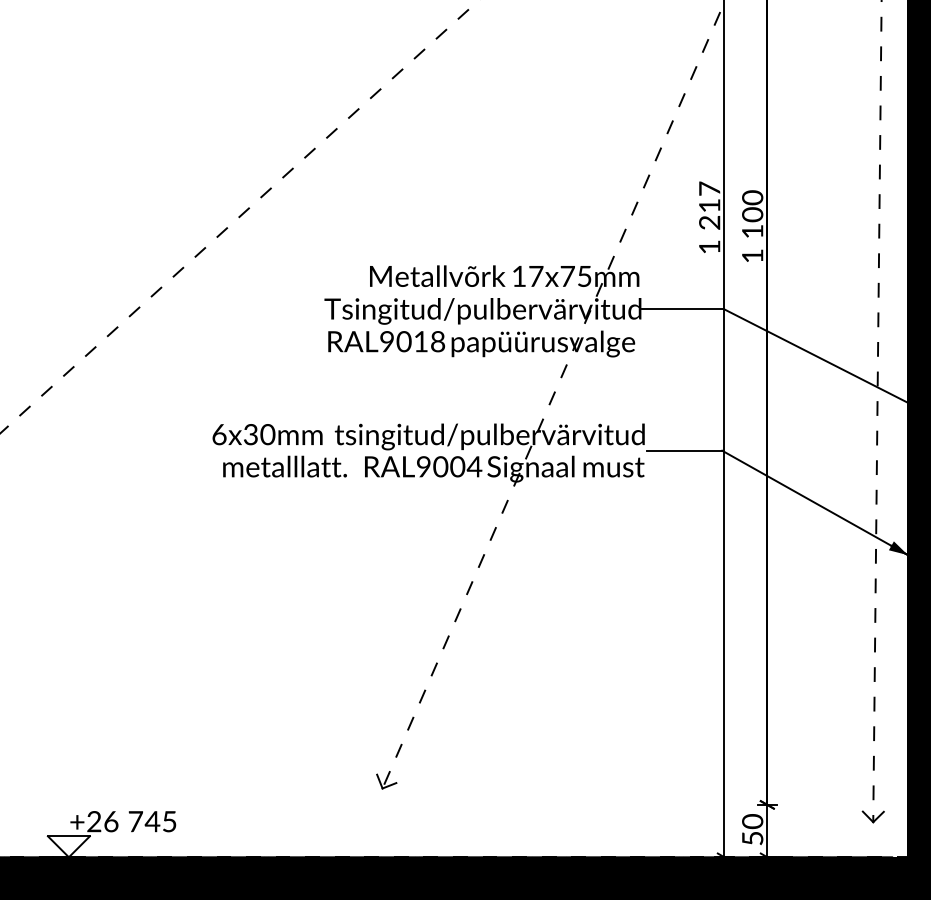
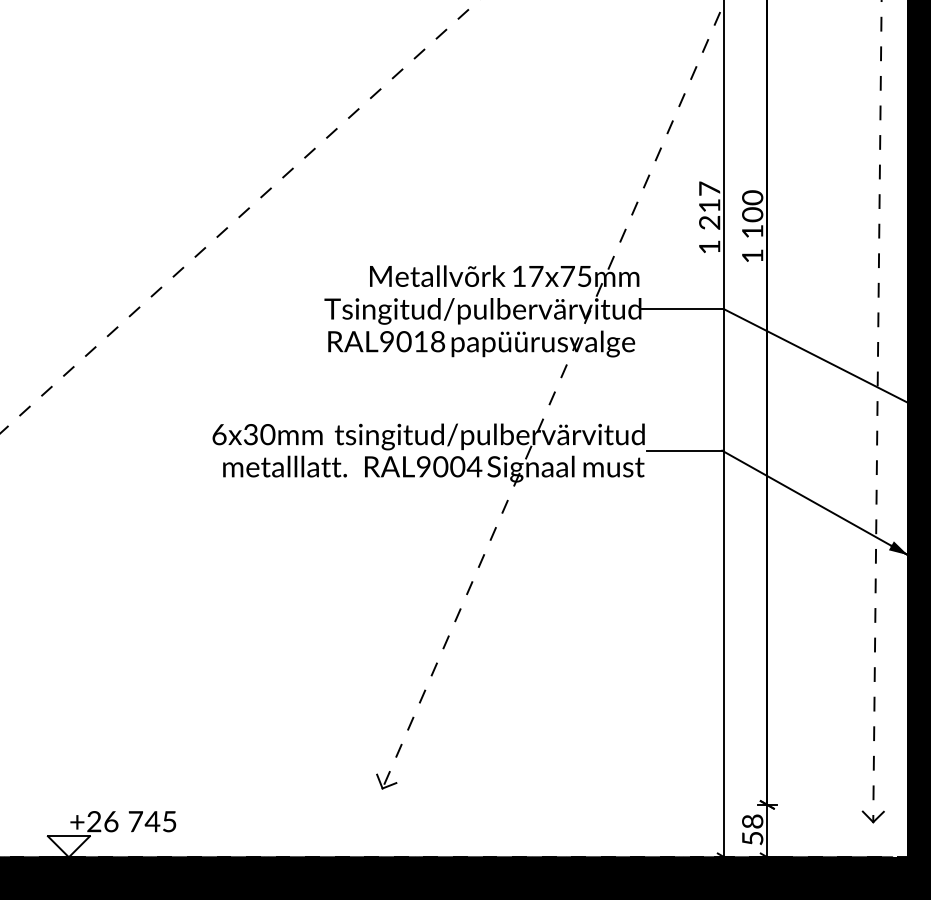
text at (753, 821): 50 -> 58
